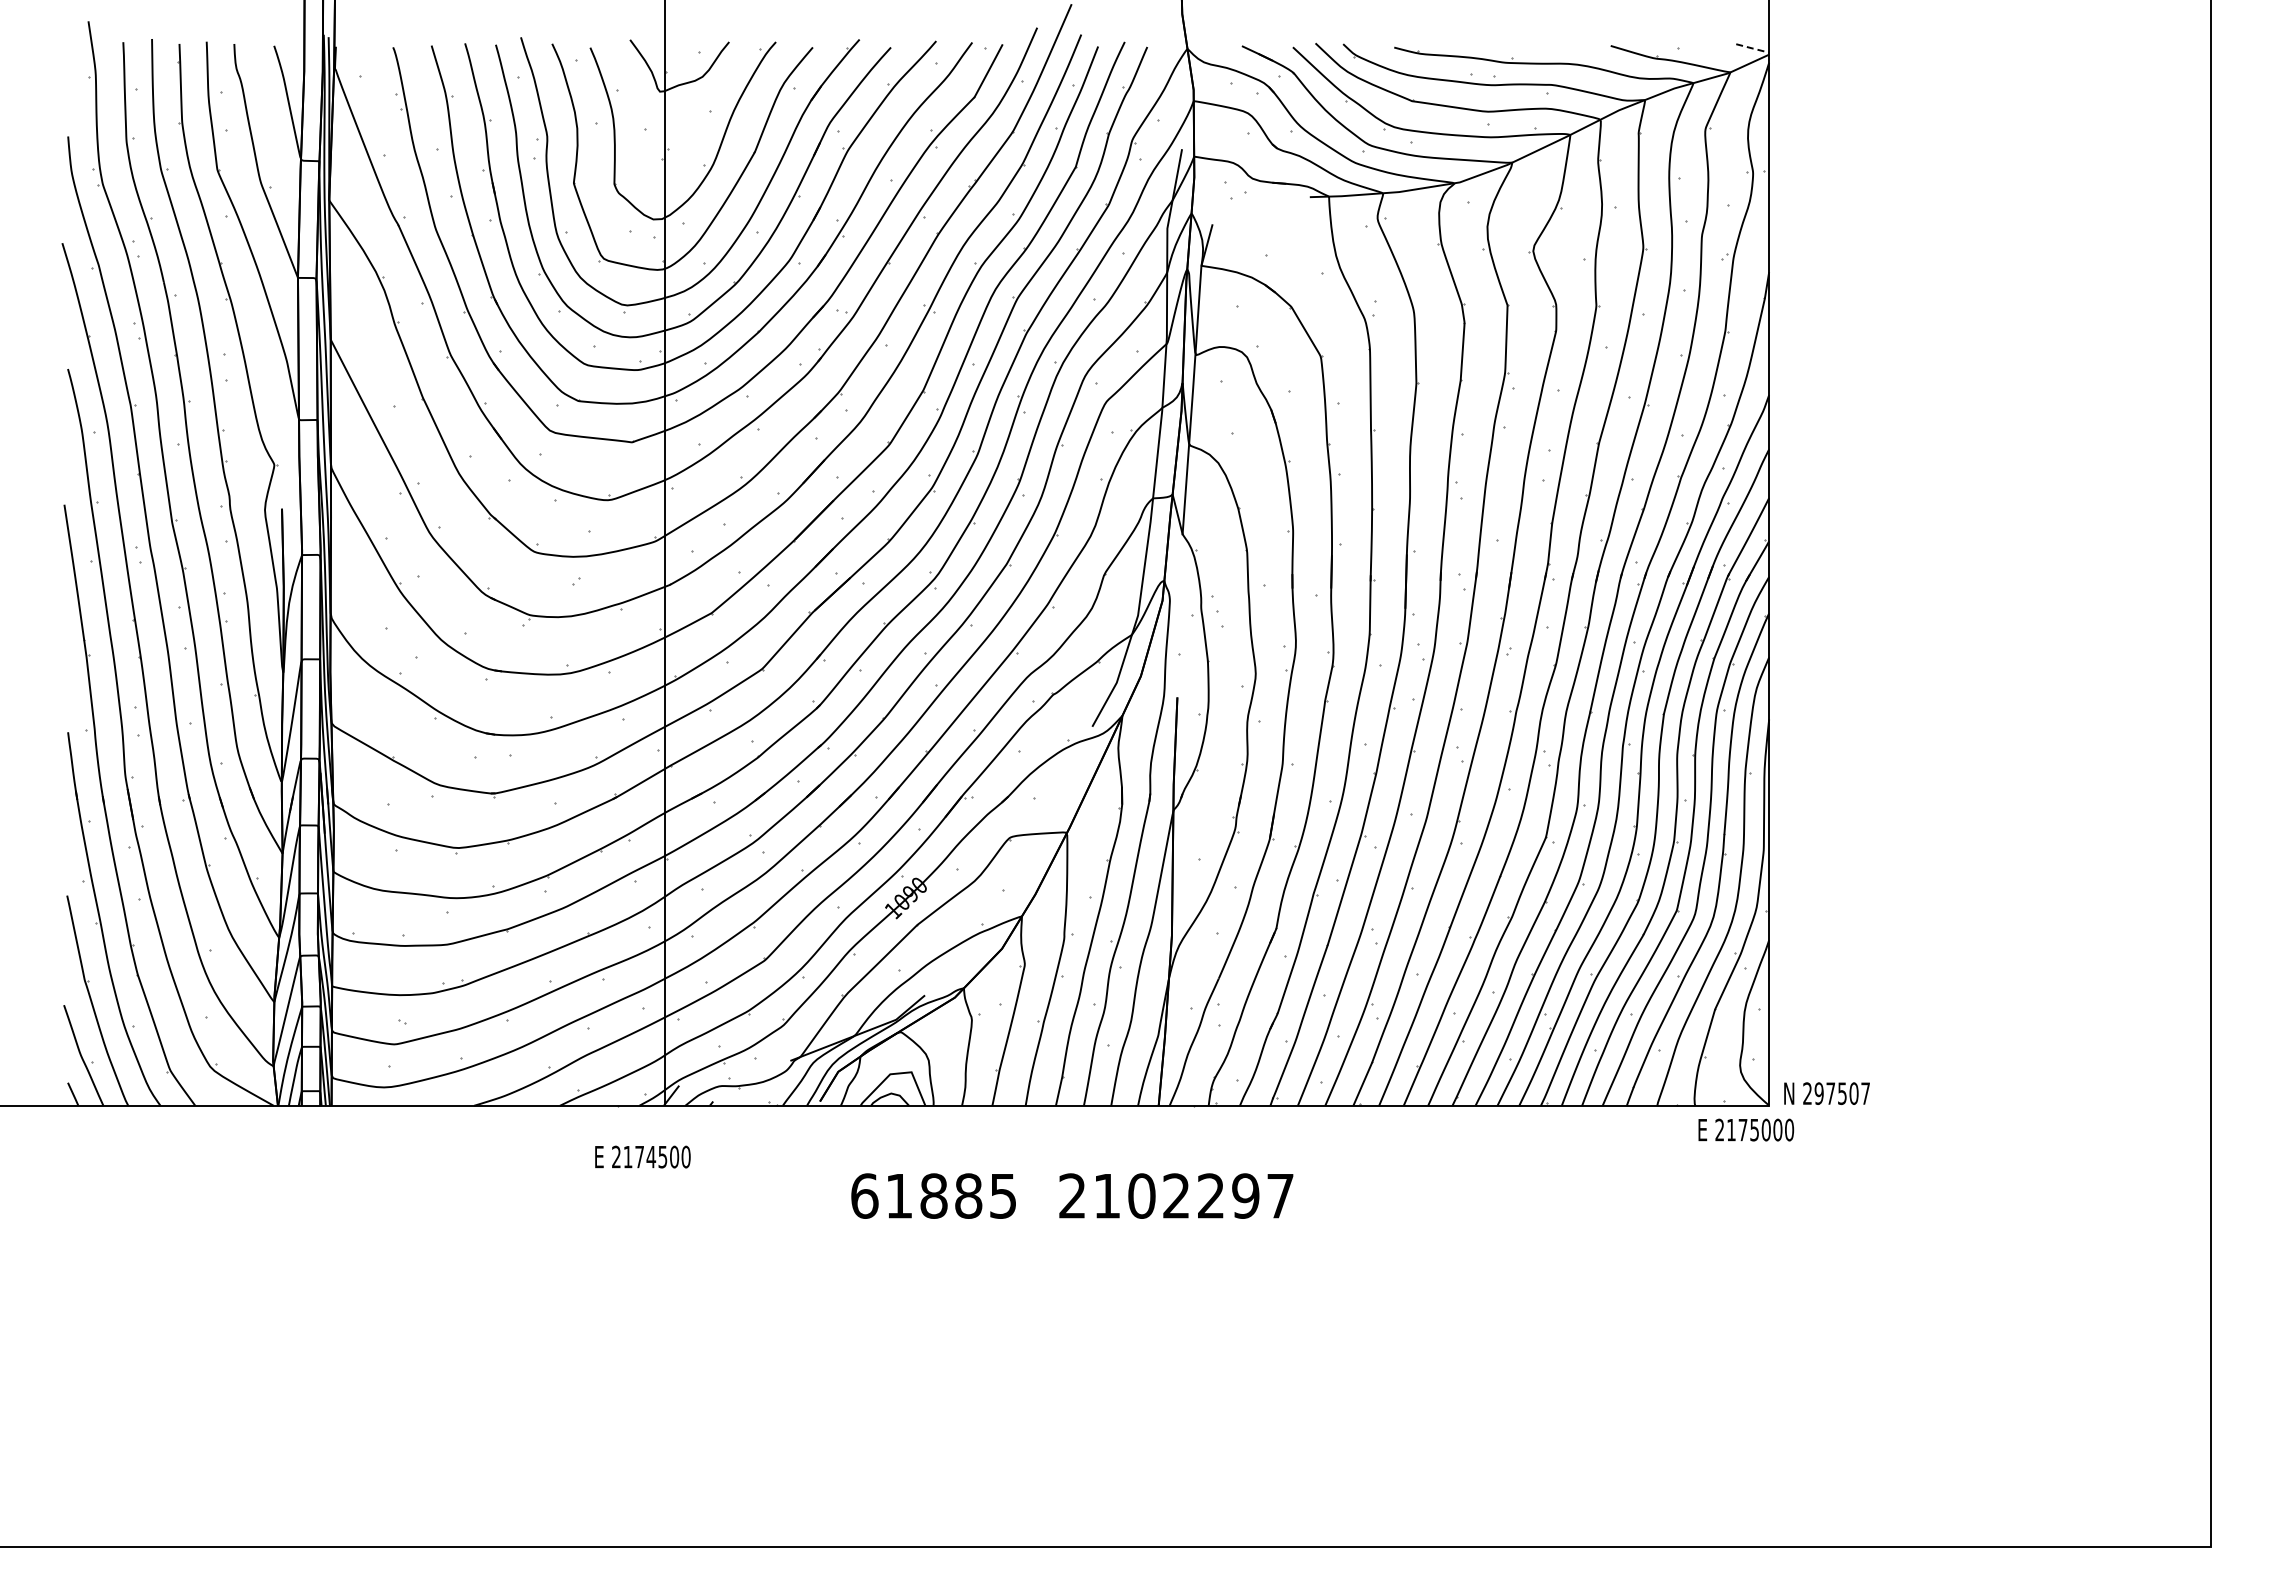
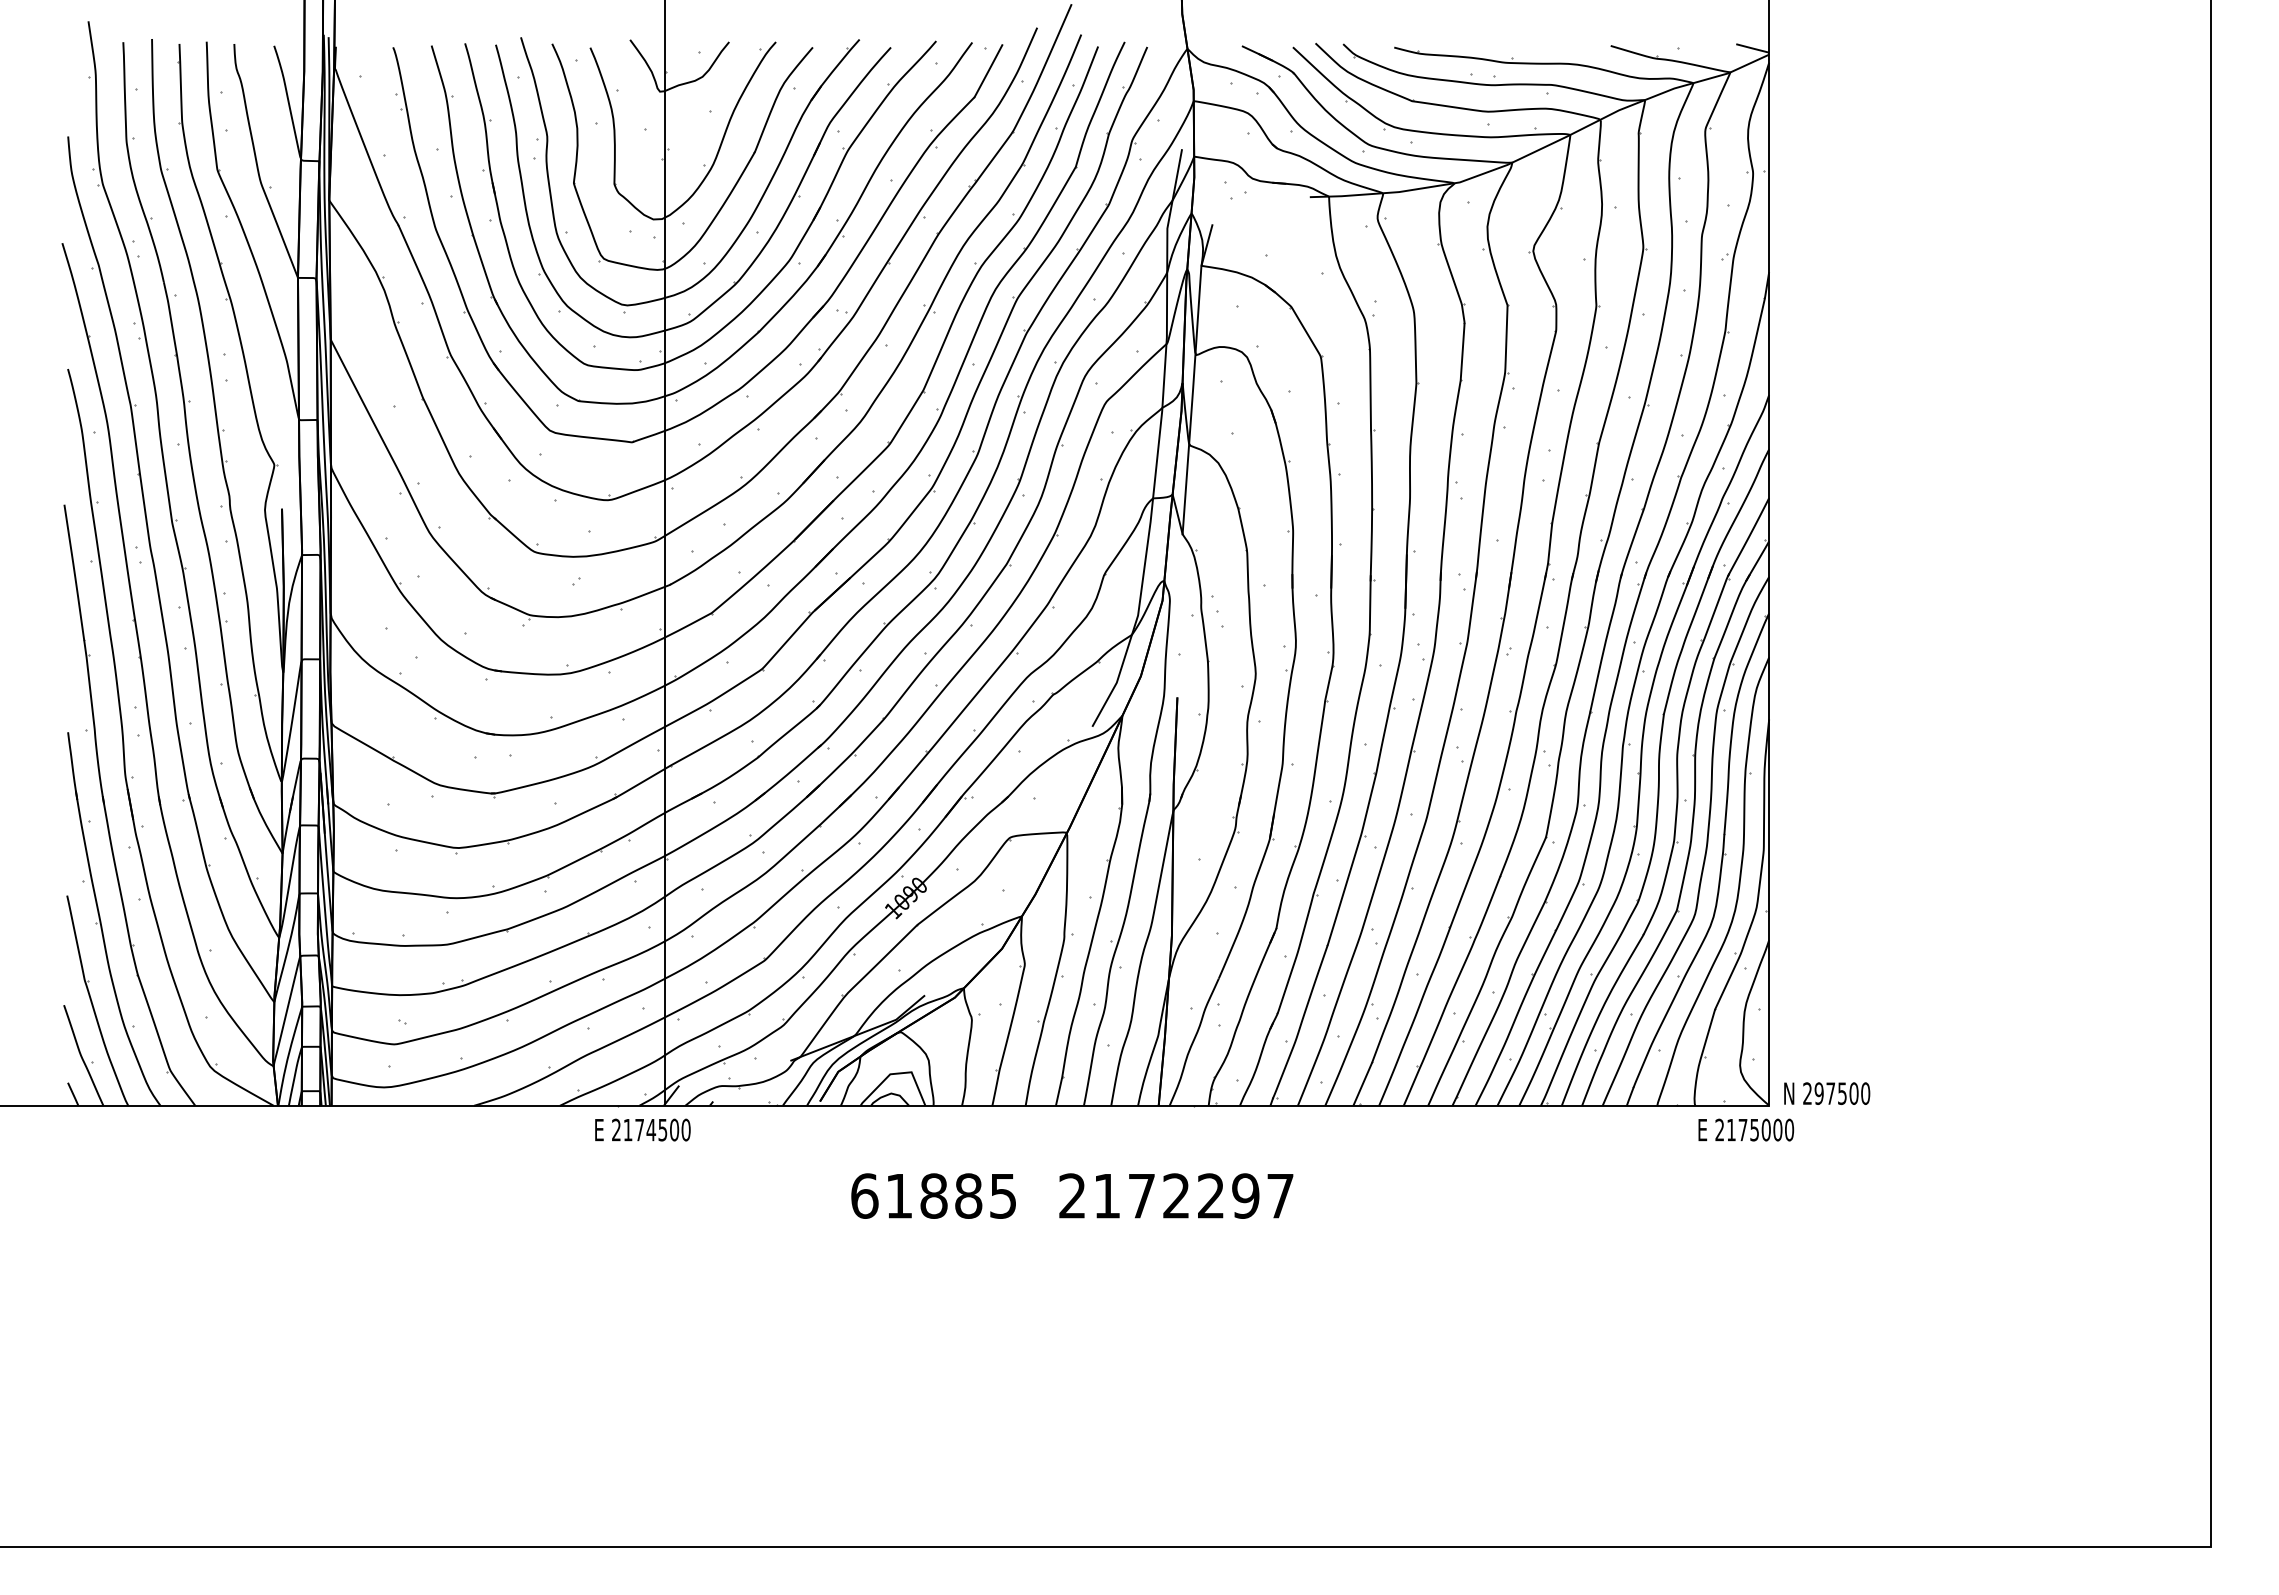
line at (1753, 48): dashed -> solid
text at (1865, 1093): 297507 -> 297500
text at (642, 1156) position: (642, 1156) -> (642, 1129)
text at (1141, 1195): 2102297 -> 2172297
